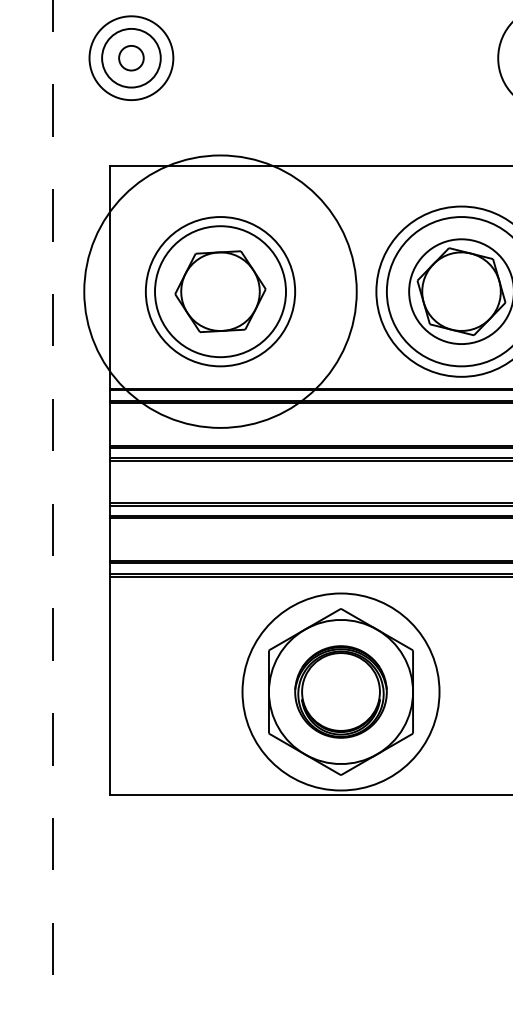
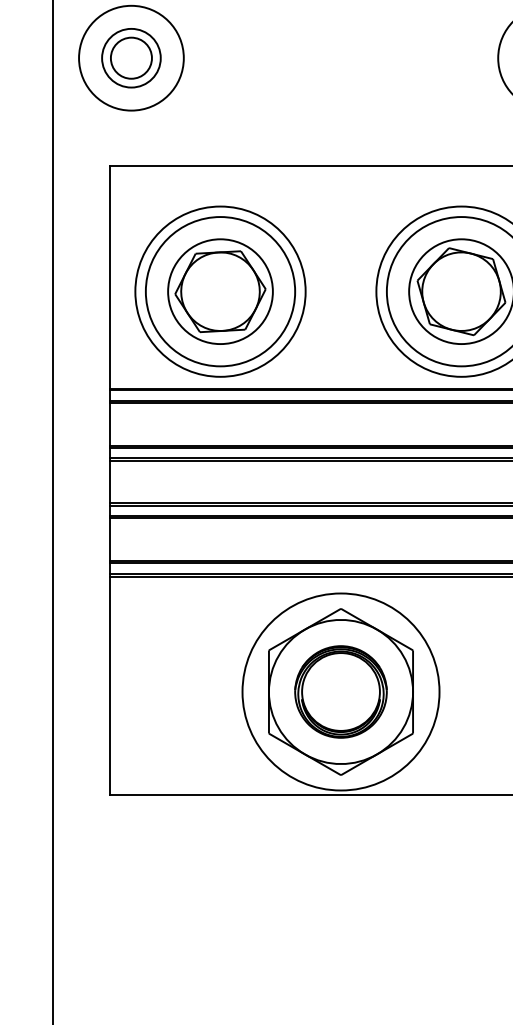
circle at (131, 57) diameter: 25 px -> 41 px
circle at (131, 58) diameter: 84 px -> 105 px
circle at (220, 291) diameter: 131 px -> 105 px
circle at (220, 291) diameter: 272 px -> 170 px
line at (52, 512): dashed -> solid
